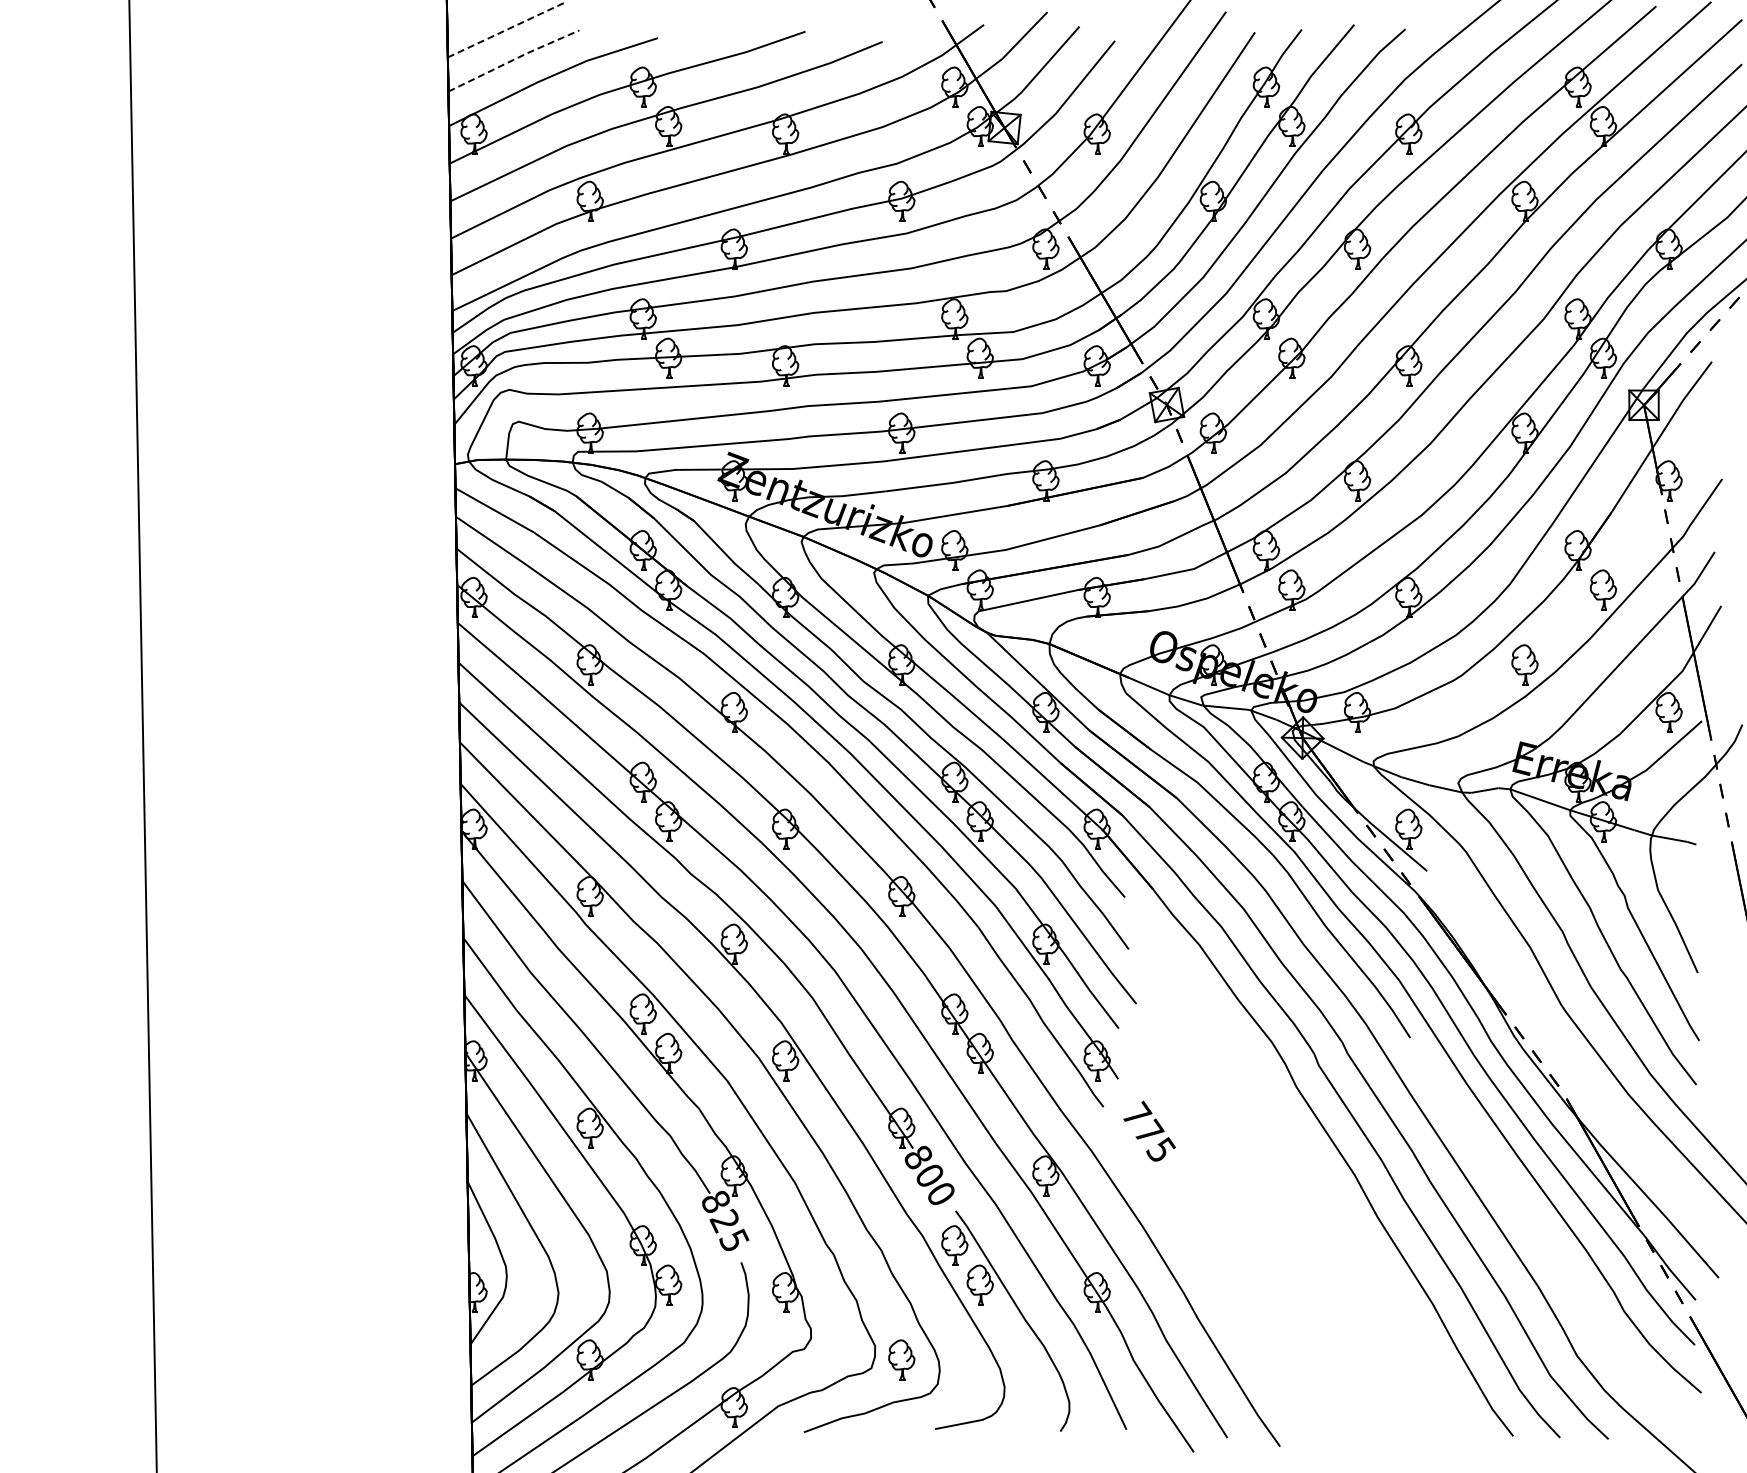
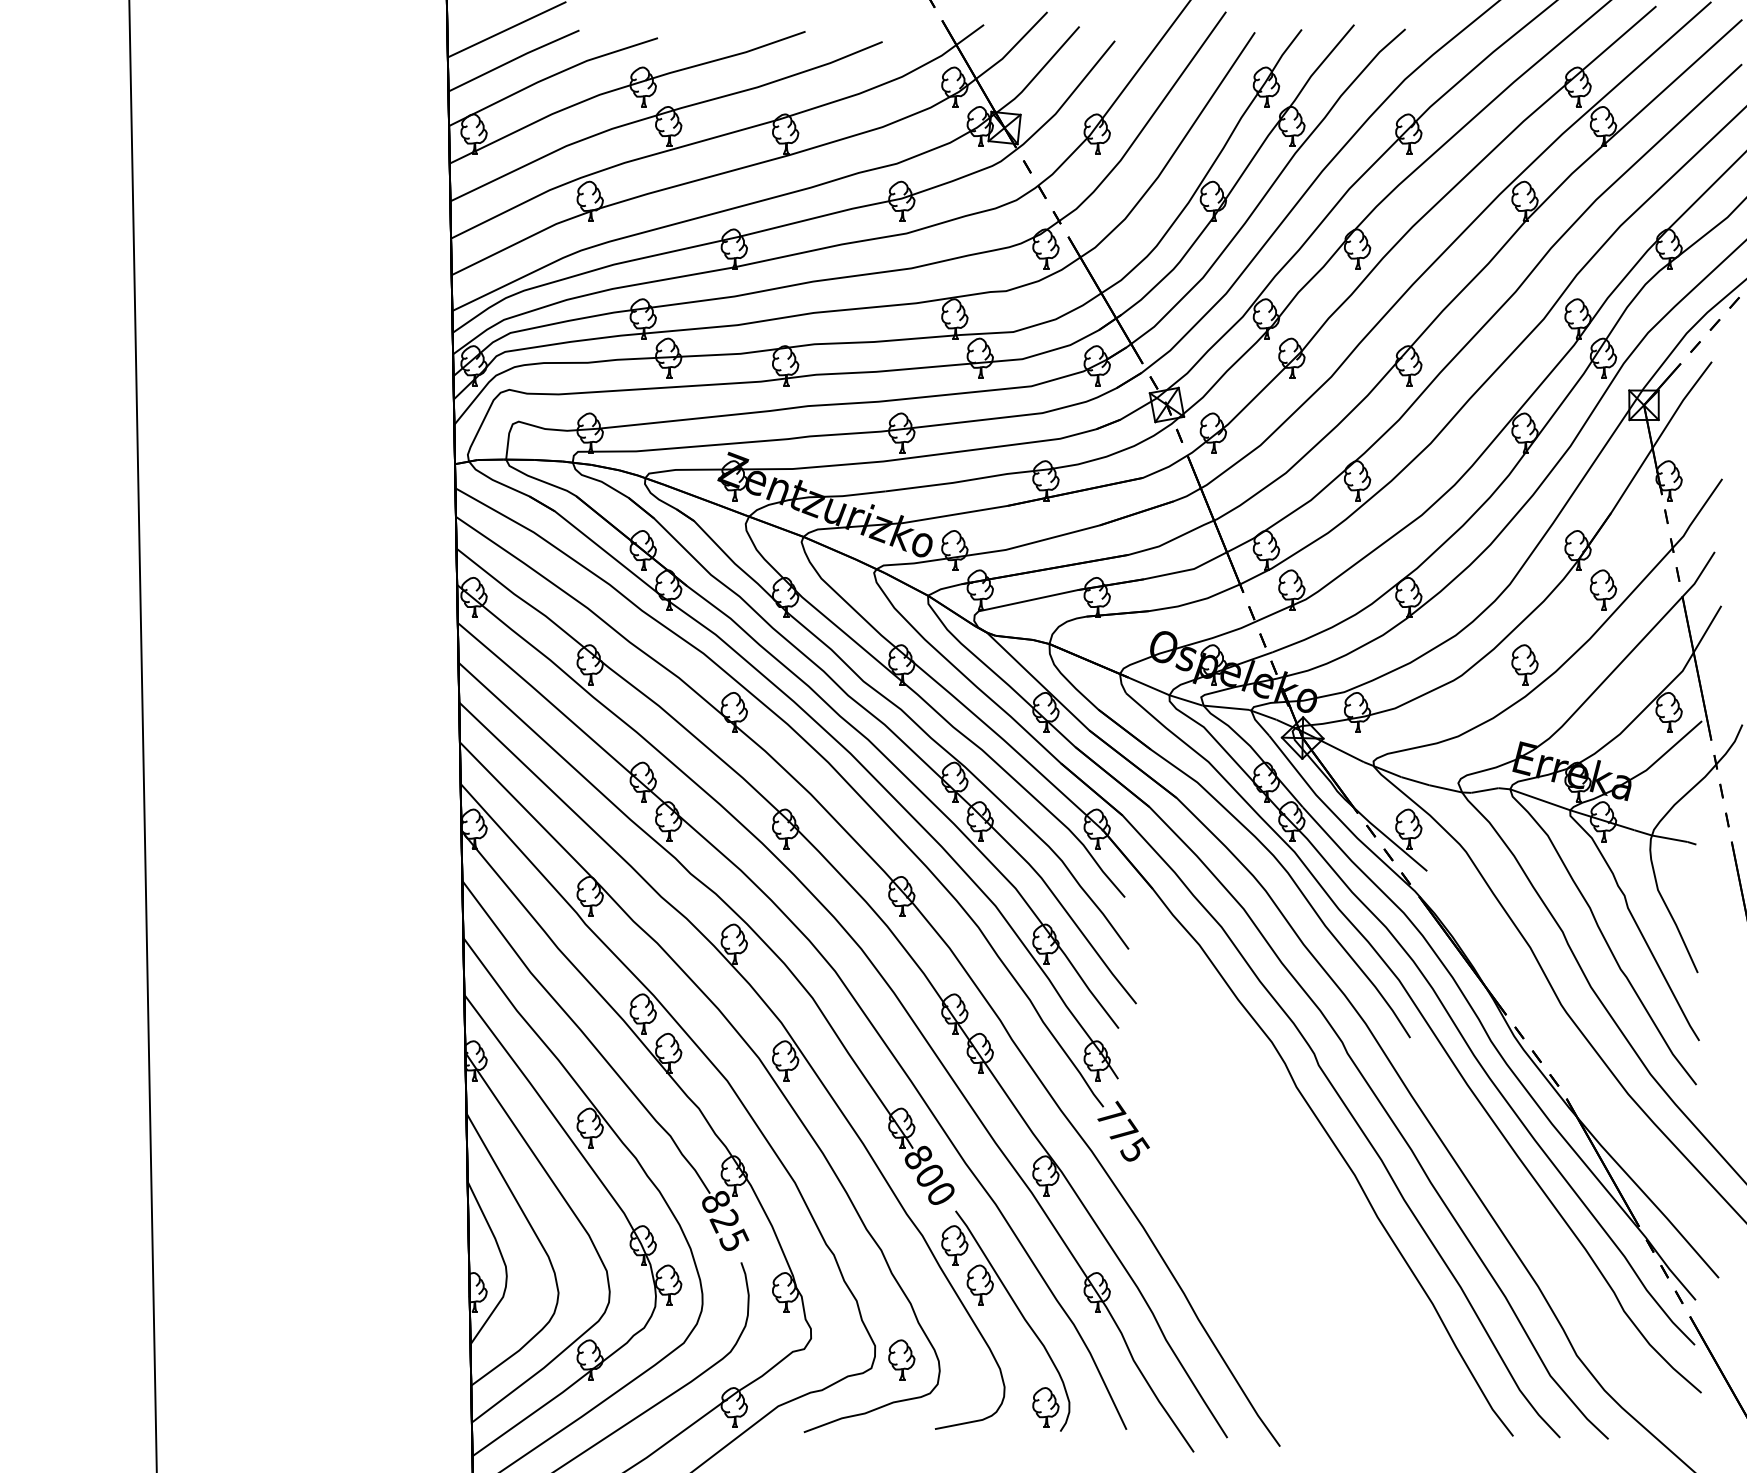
line at (507, 29): dashed -> solid
line at (513, 59): dashed -> solid
text at (1149, 1130) position: (1149, 1130) -> (1123, 1130)
part at (1045, 1407): none -> present
